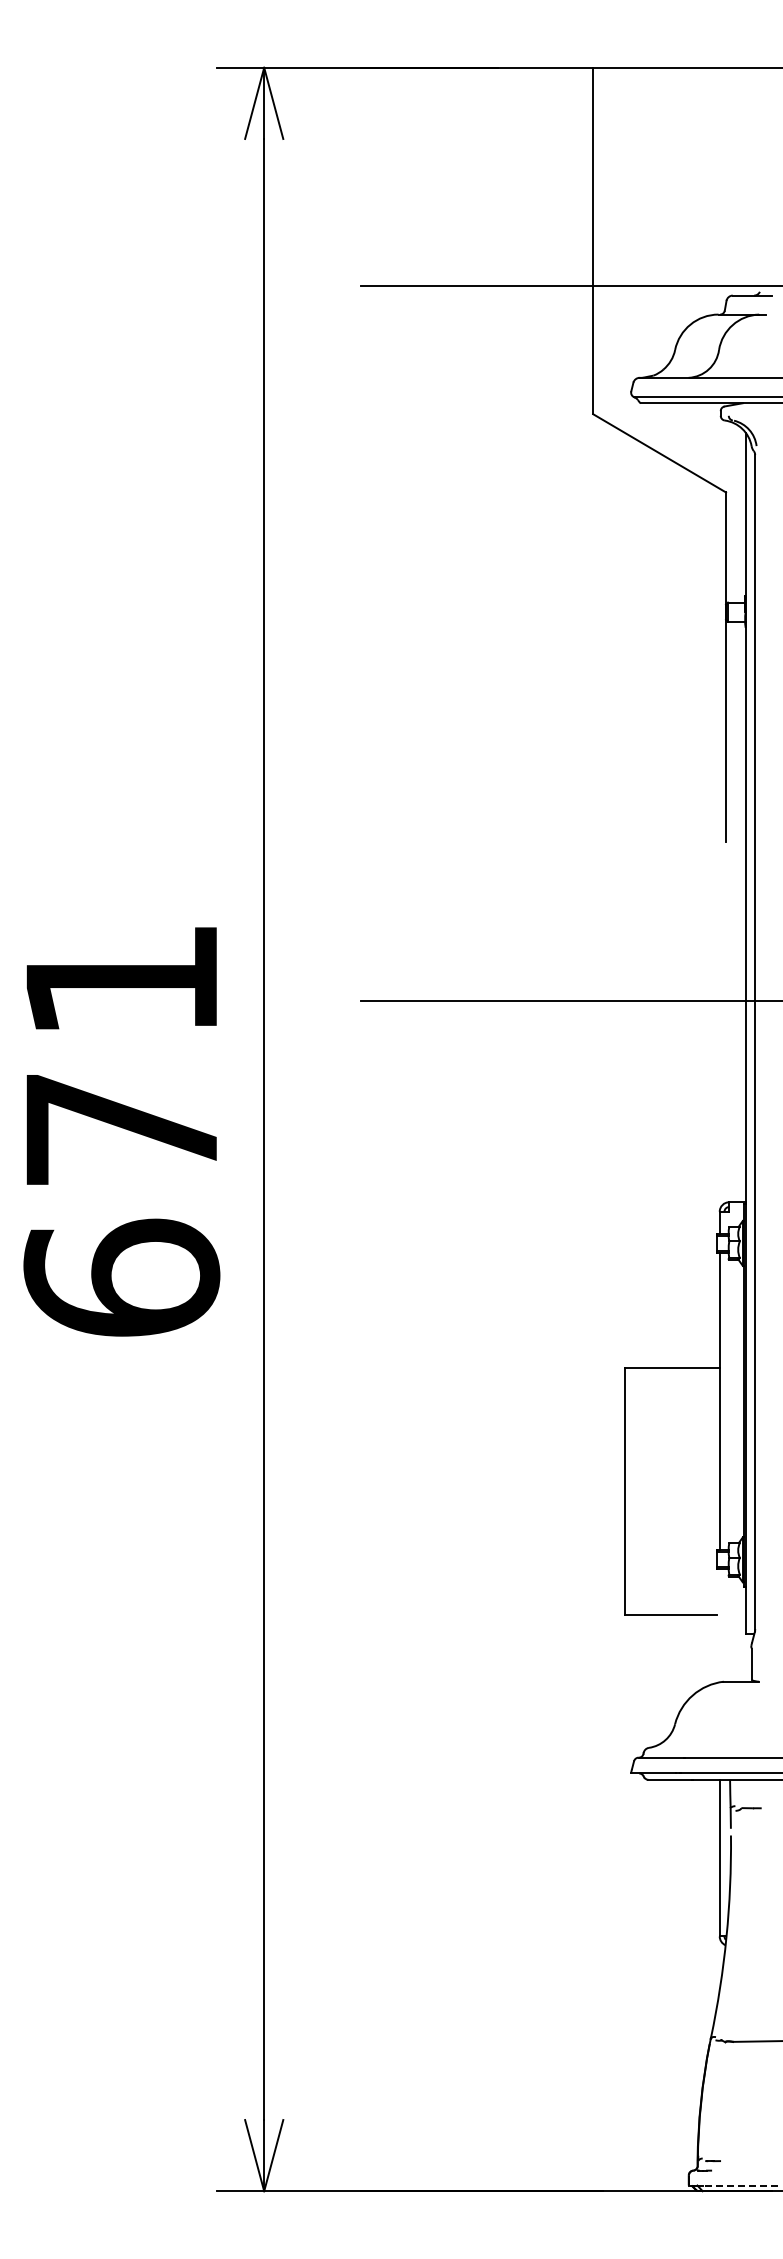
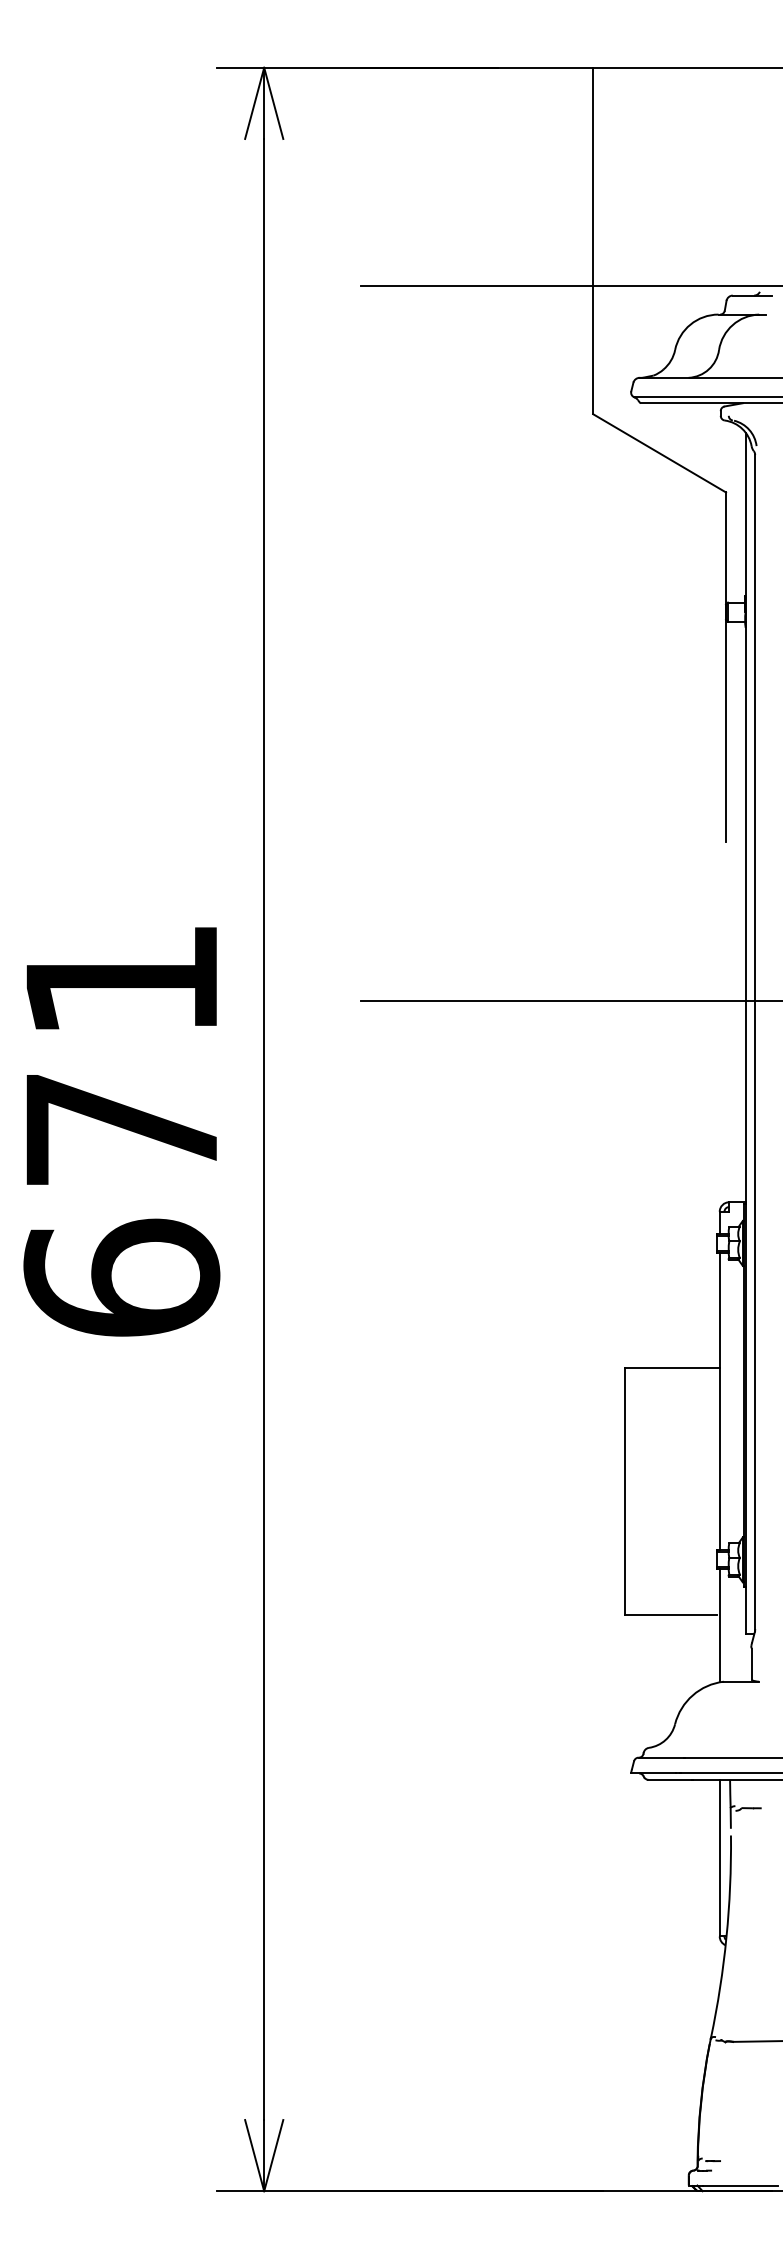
line at (719, 1625): none -> present
line at (740, 2185): dashed -> solid
